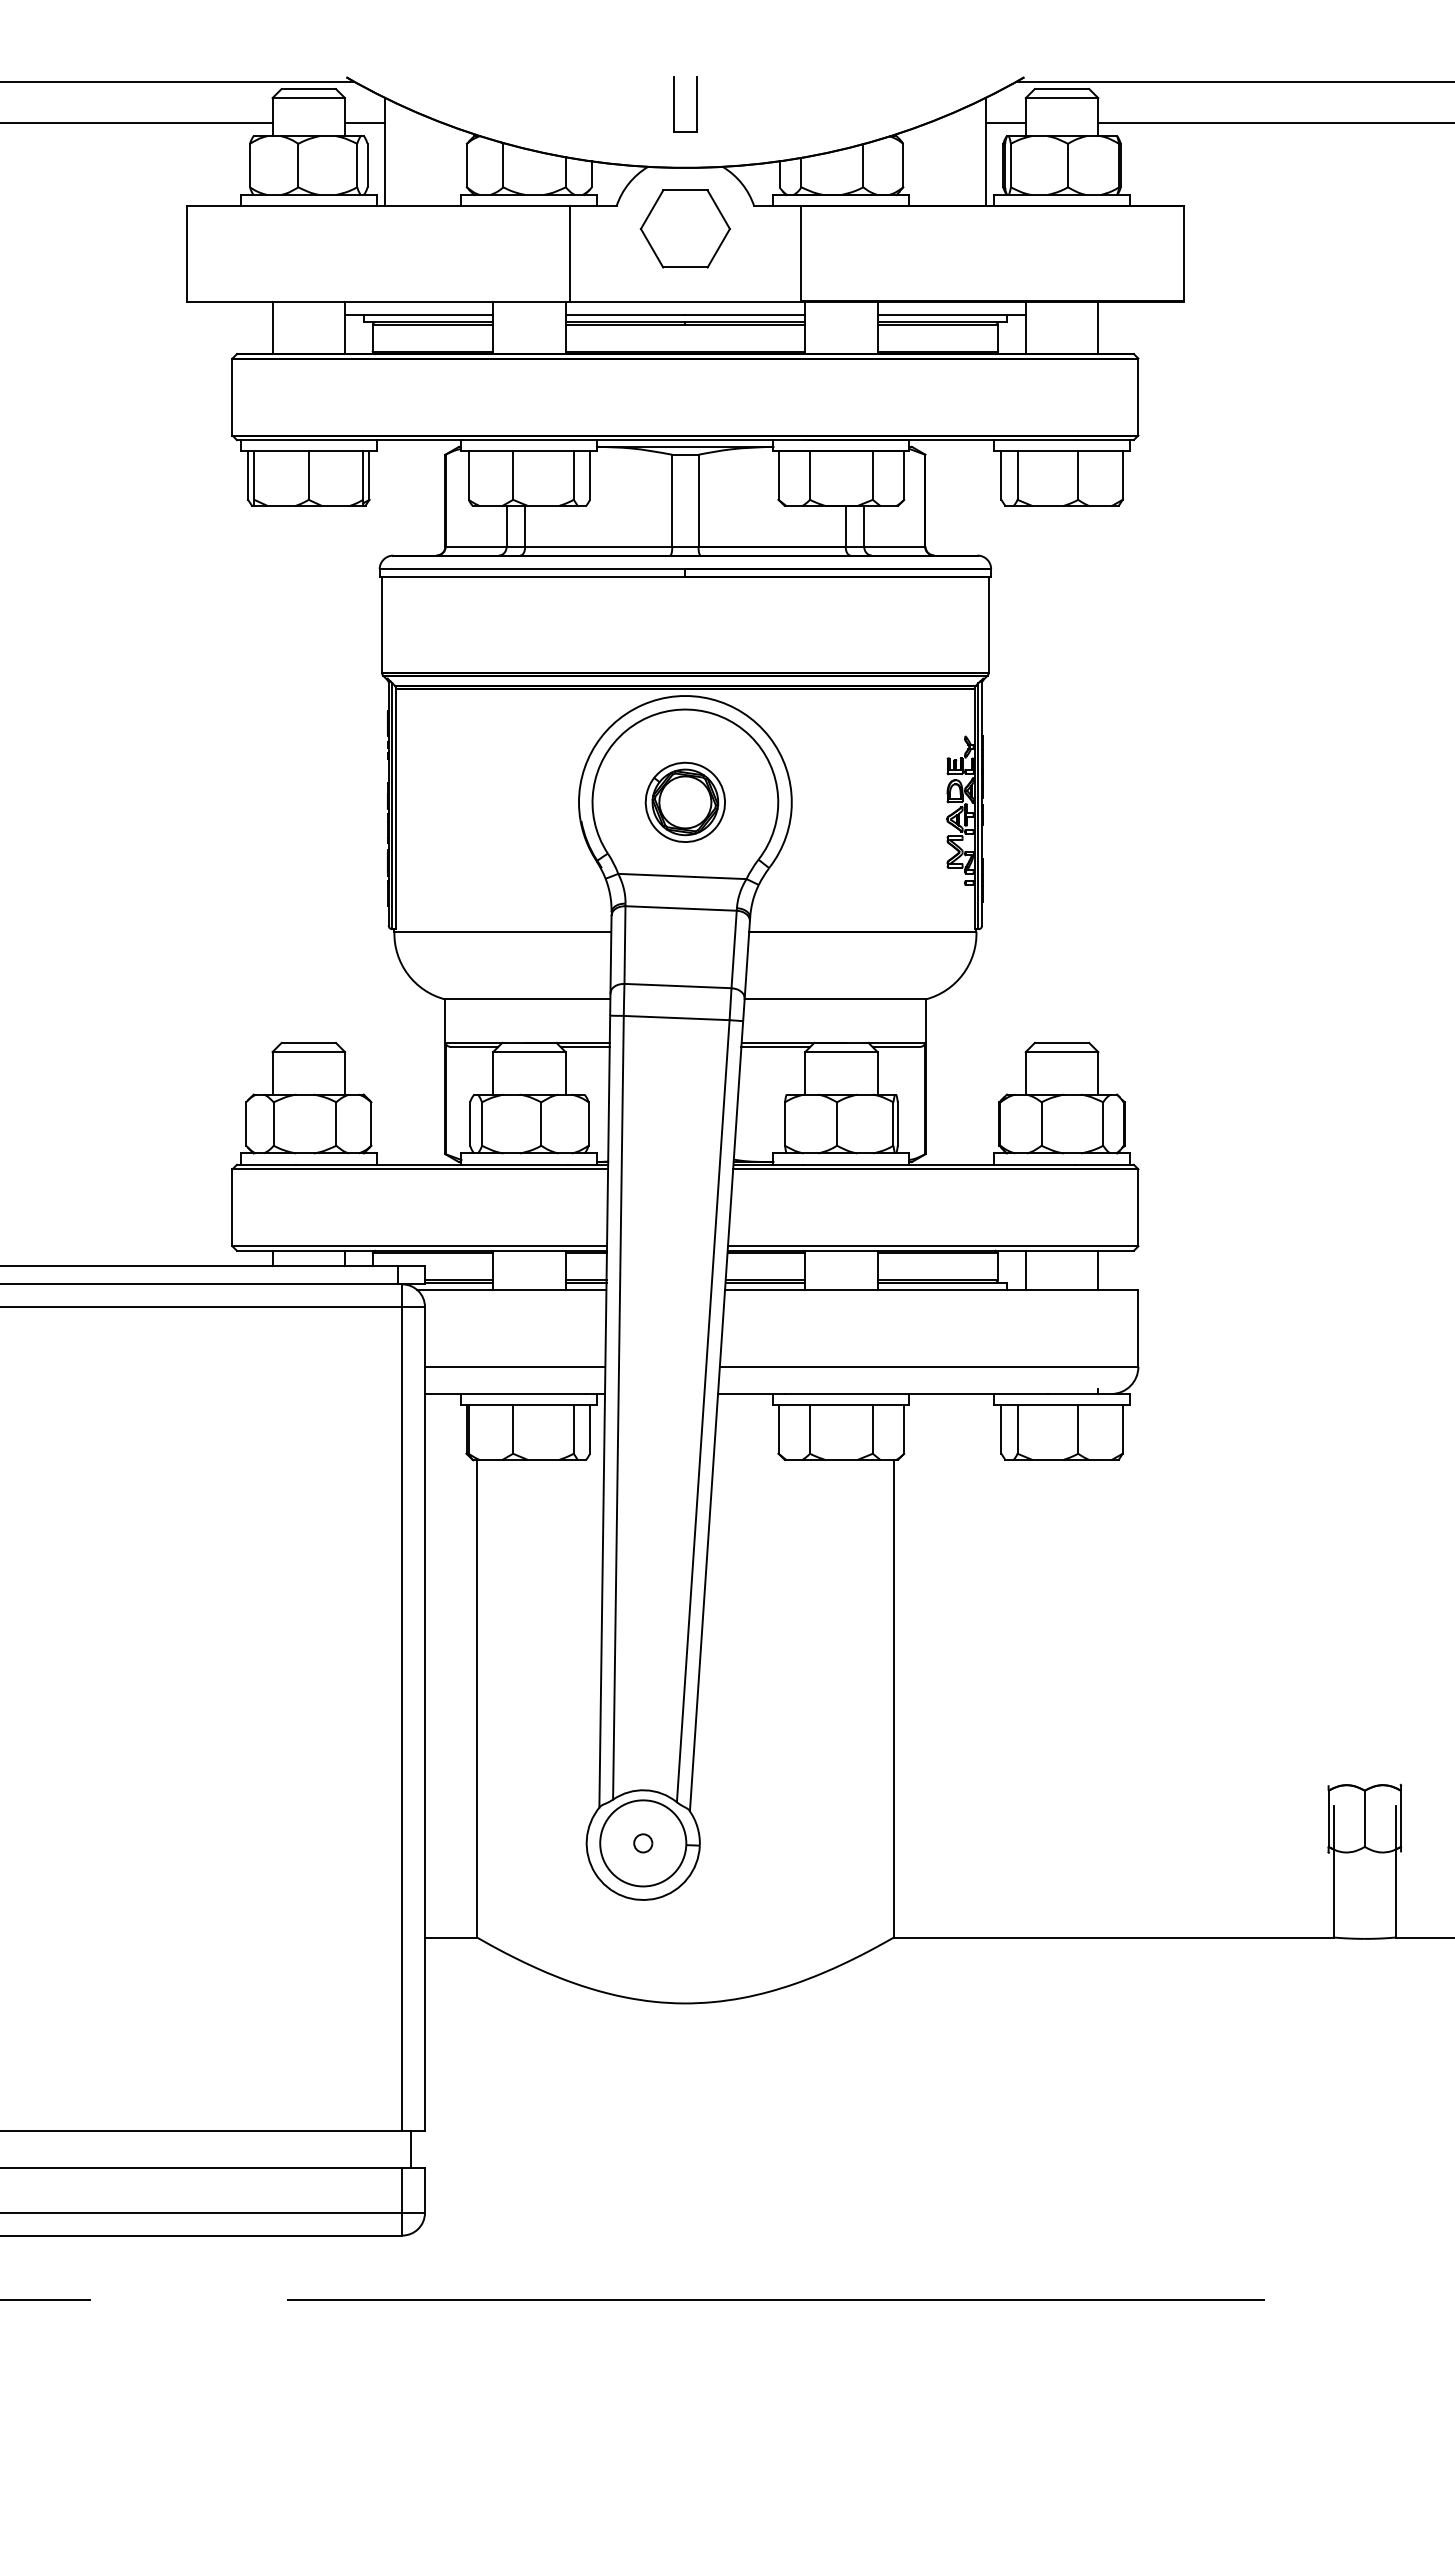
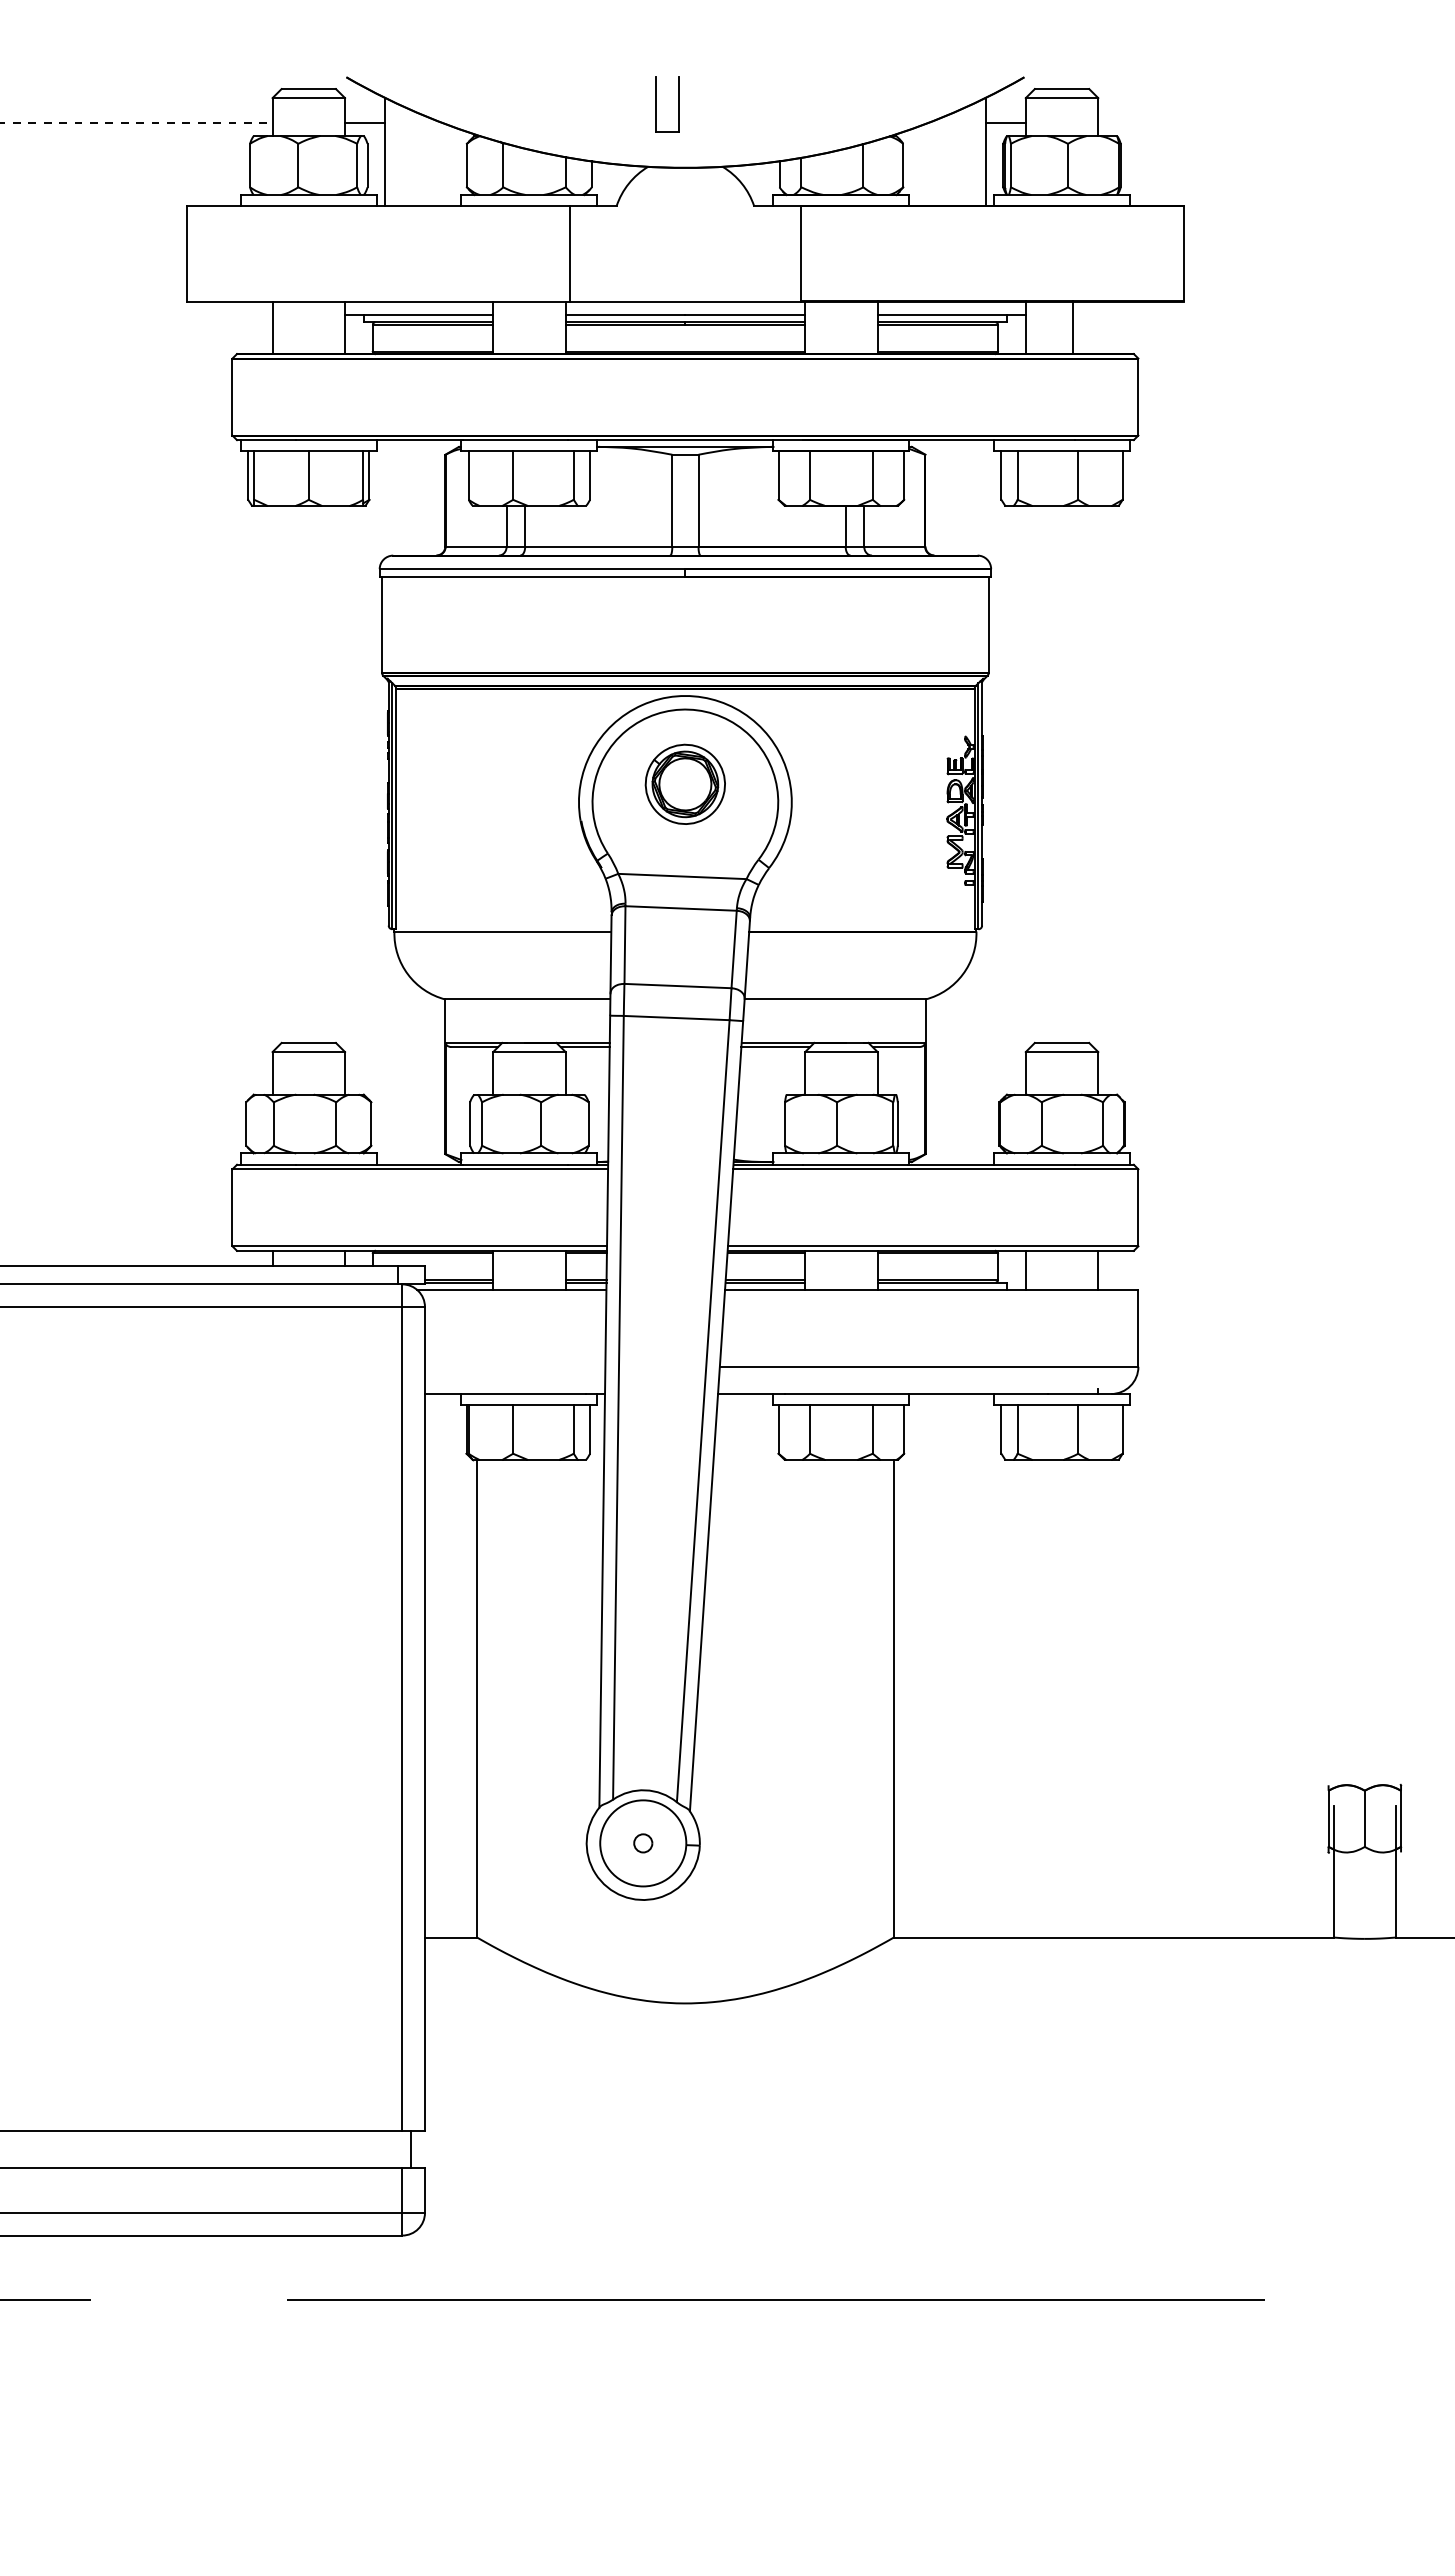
line at (178, 81): present -> none
line at (1233, 81): present -> none
part at (674, 104) position: (674, 104) -> (656, 104)
line at (136, 122): solid -> dashed
line at (1274, 122): present -> none
part at (684, 228): present -> none
line at (1098, 327) position: (1098, 327) -> (1073, 327)
part at (684, 801) position: (684, 801) -> (684, 783)
line at (514, 1366): present -> none
